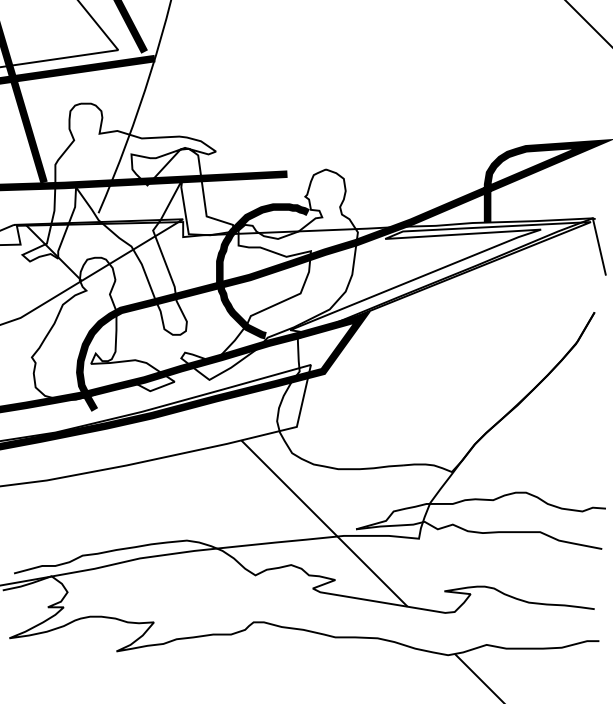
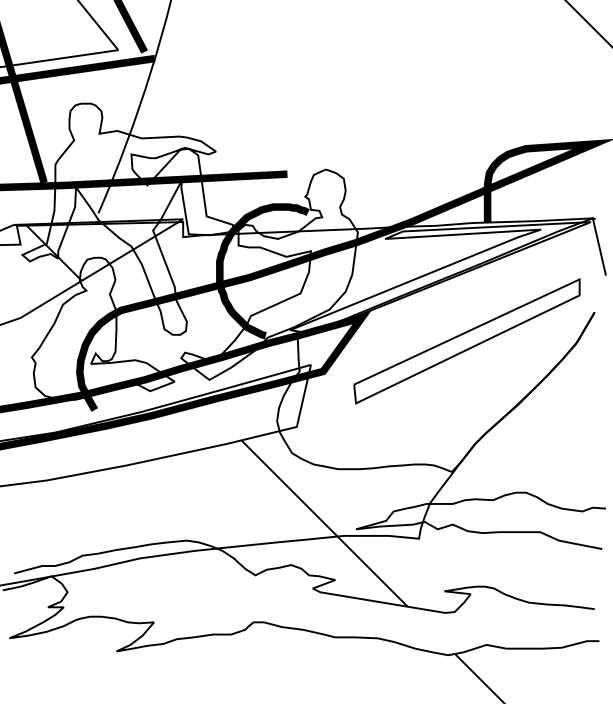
part at (466, 341): none -> present
